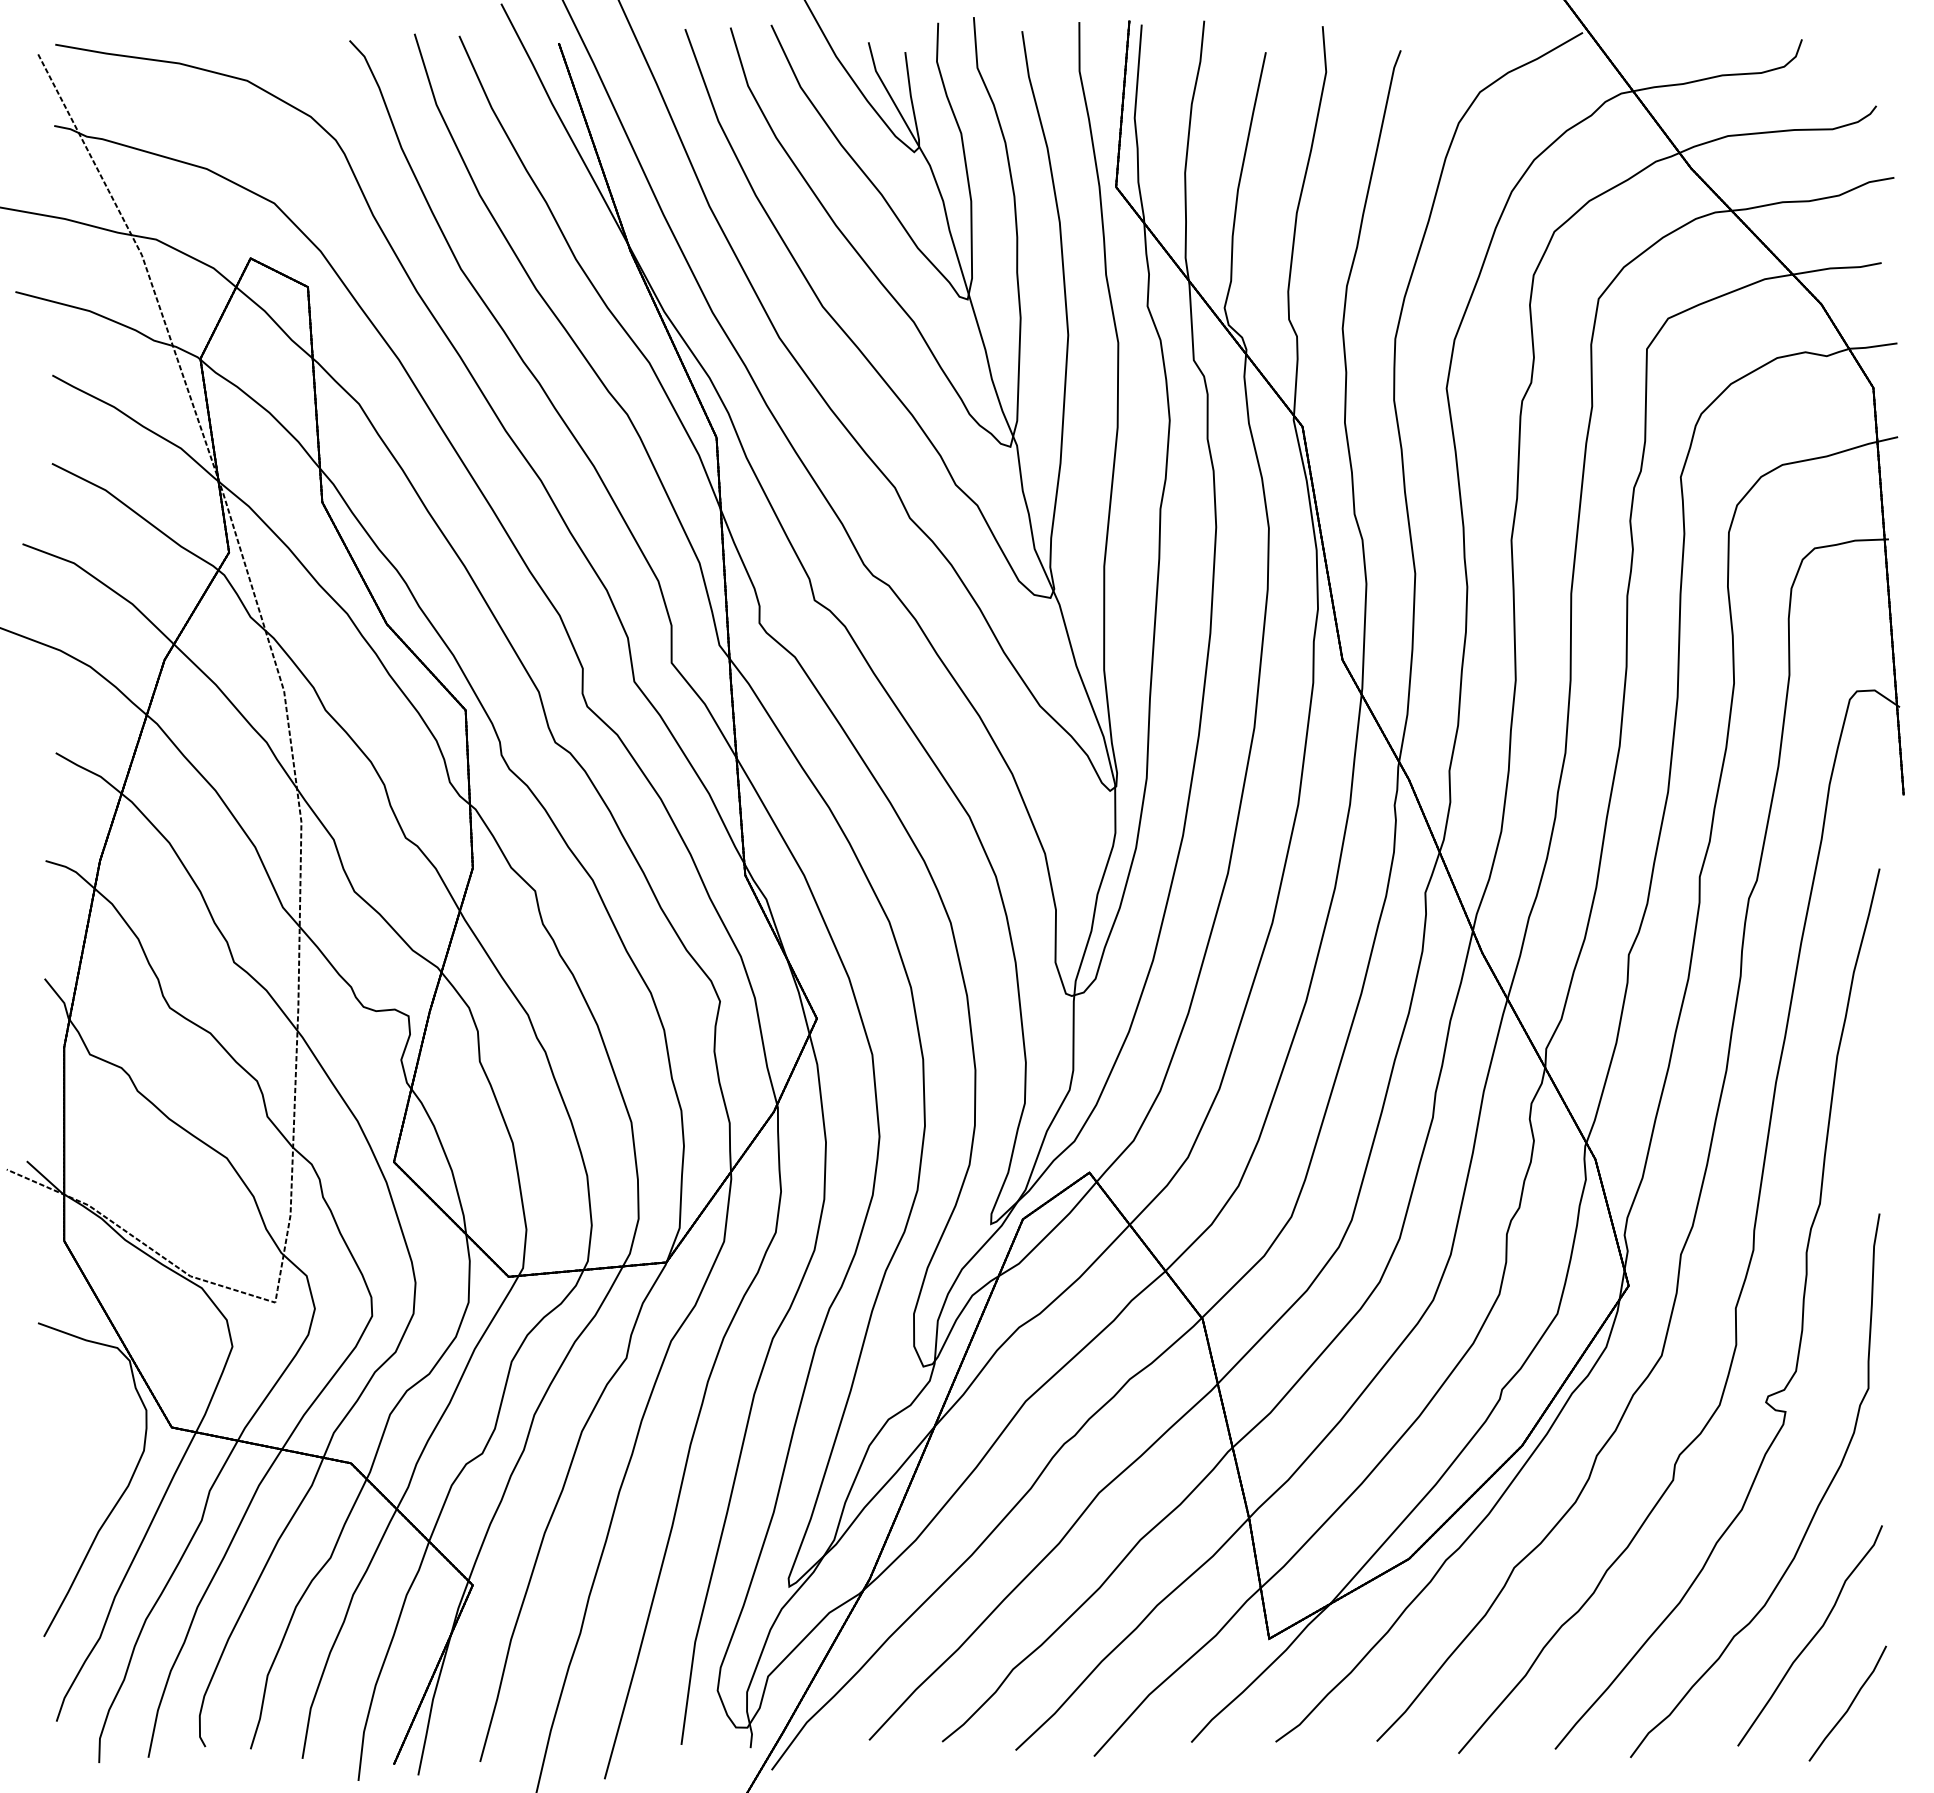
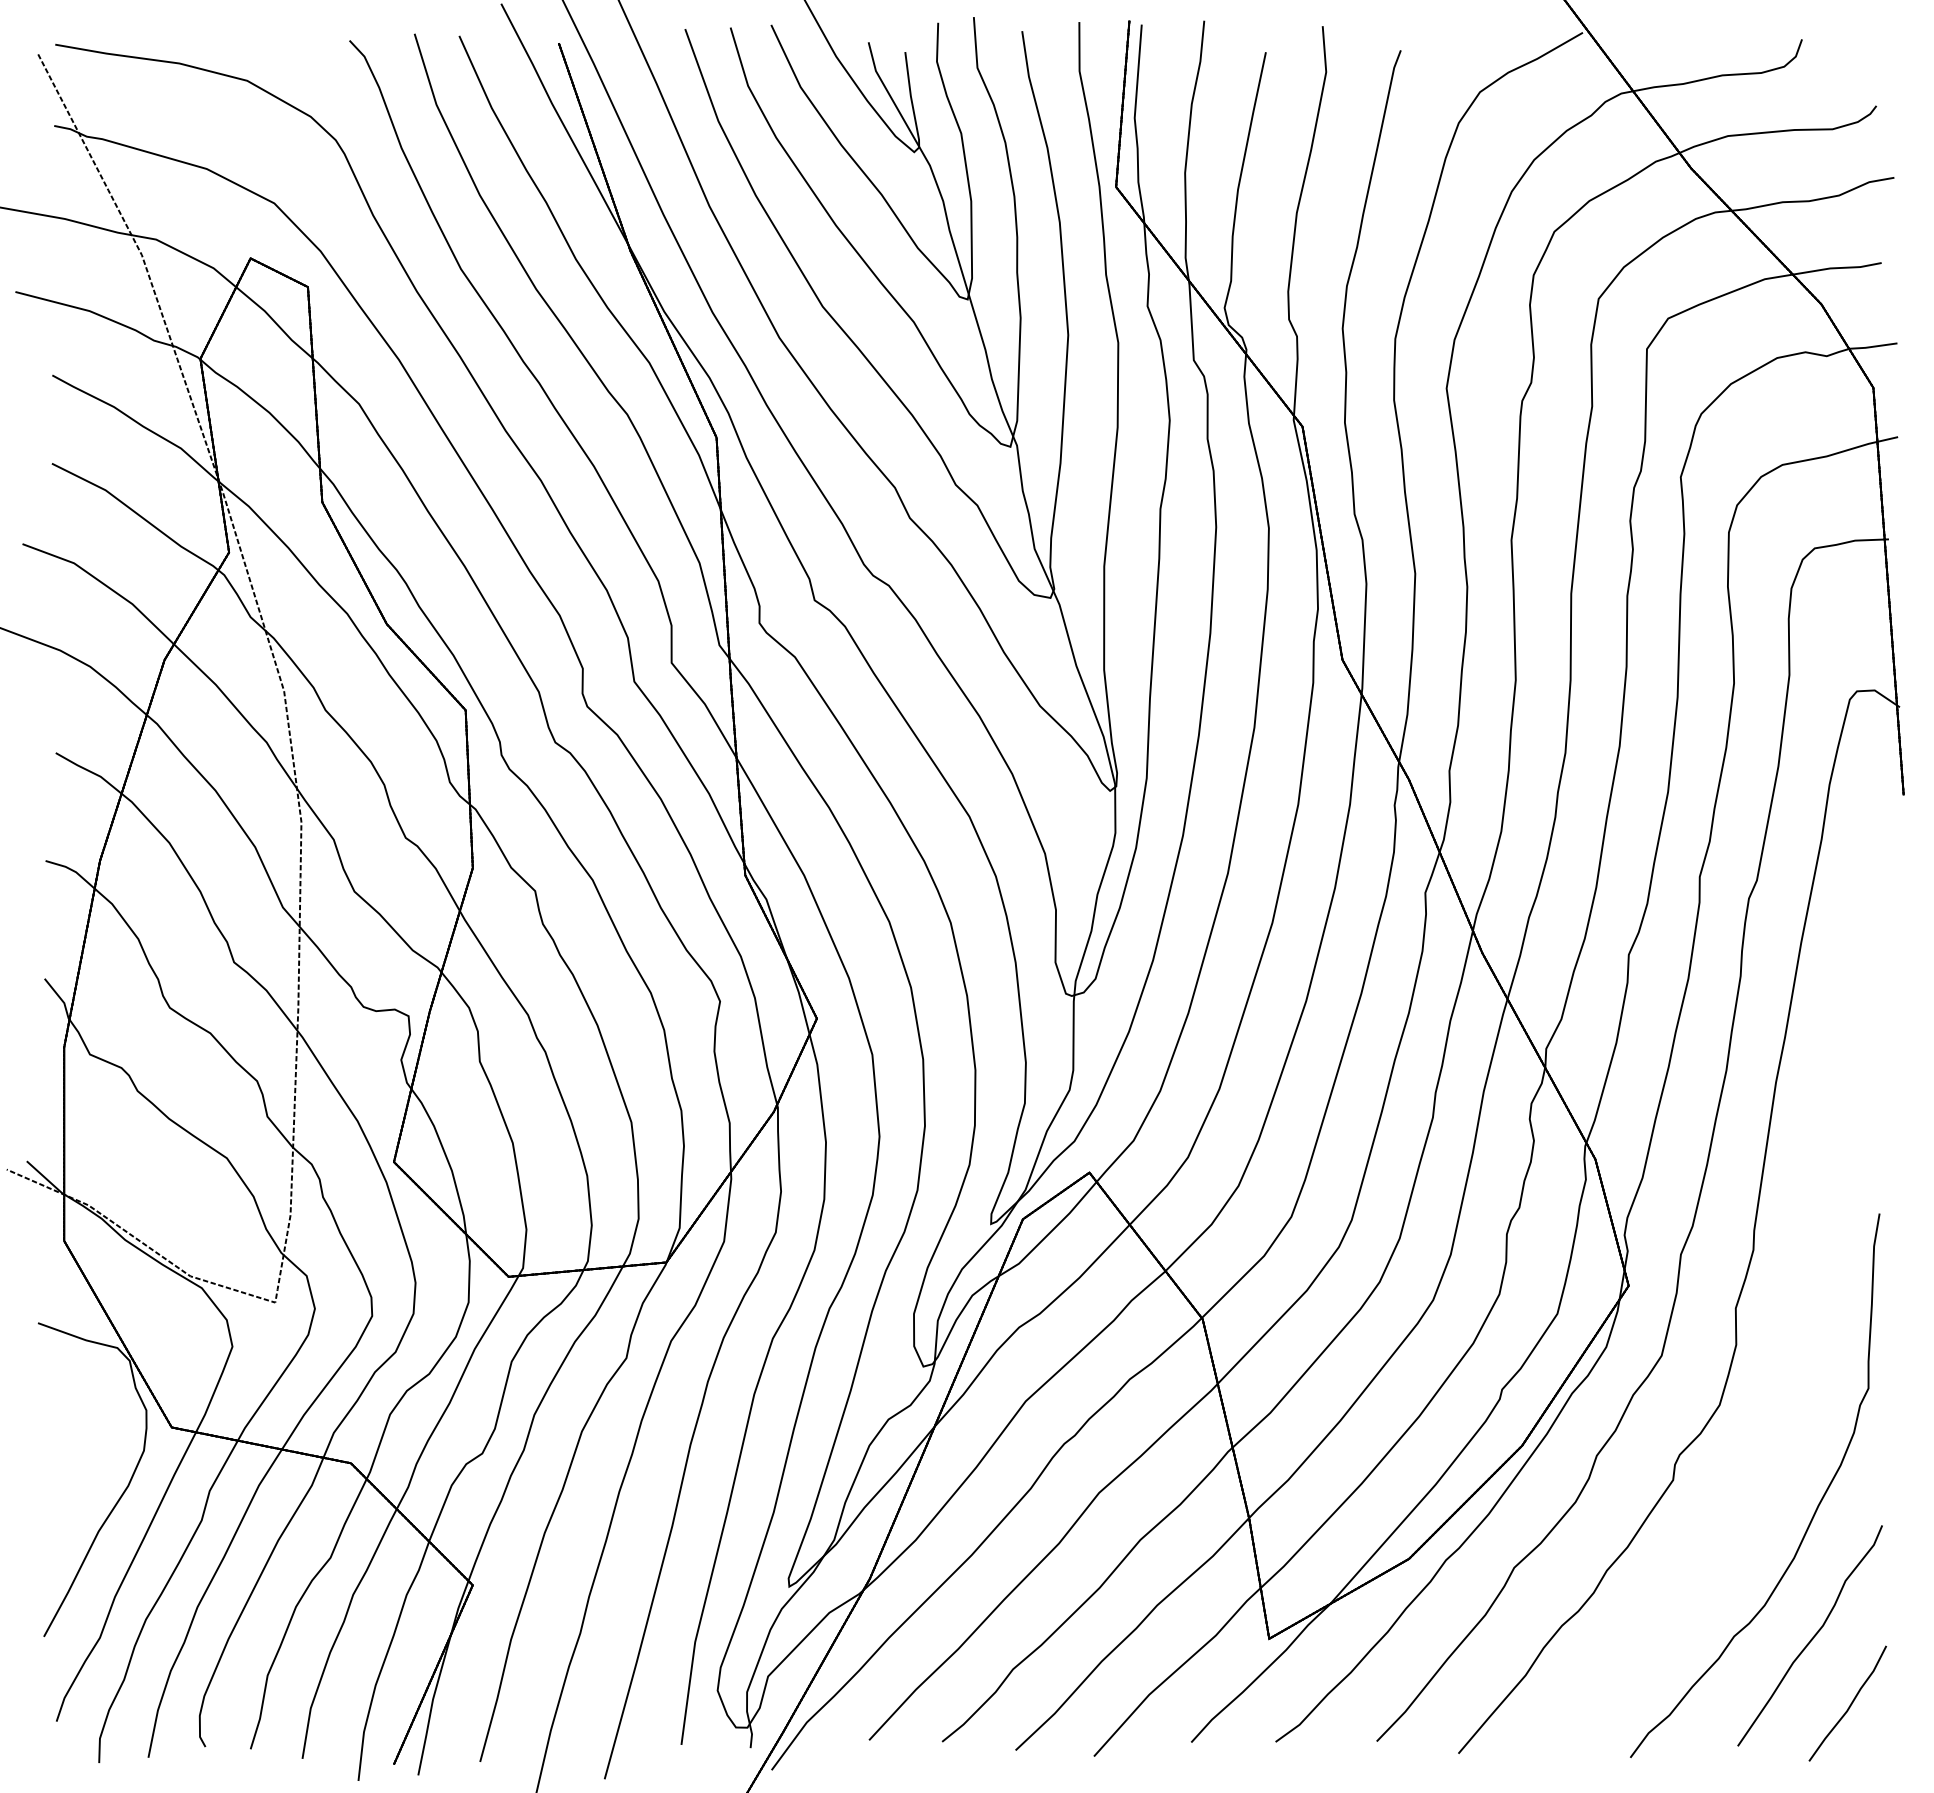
curve at (1801, 1319): present -> none
